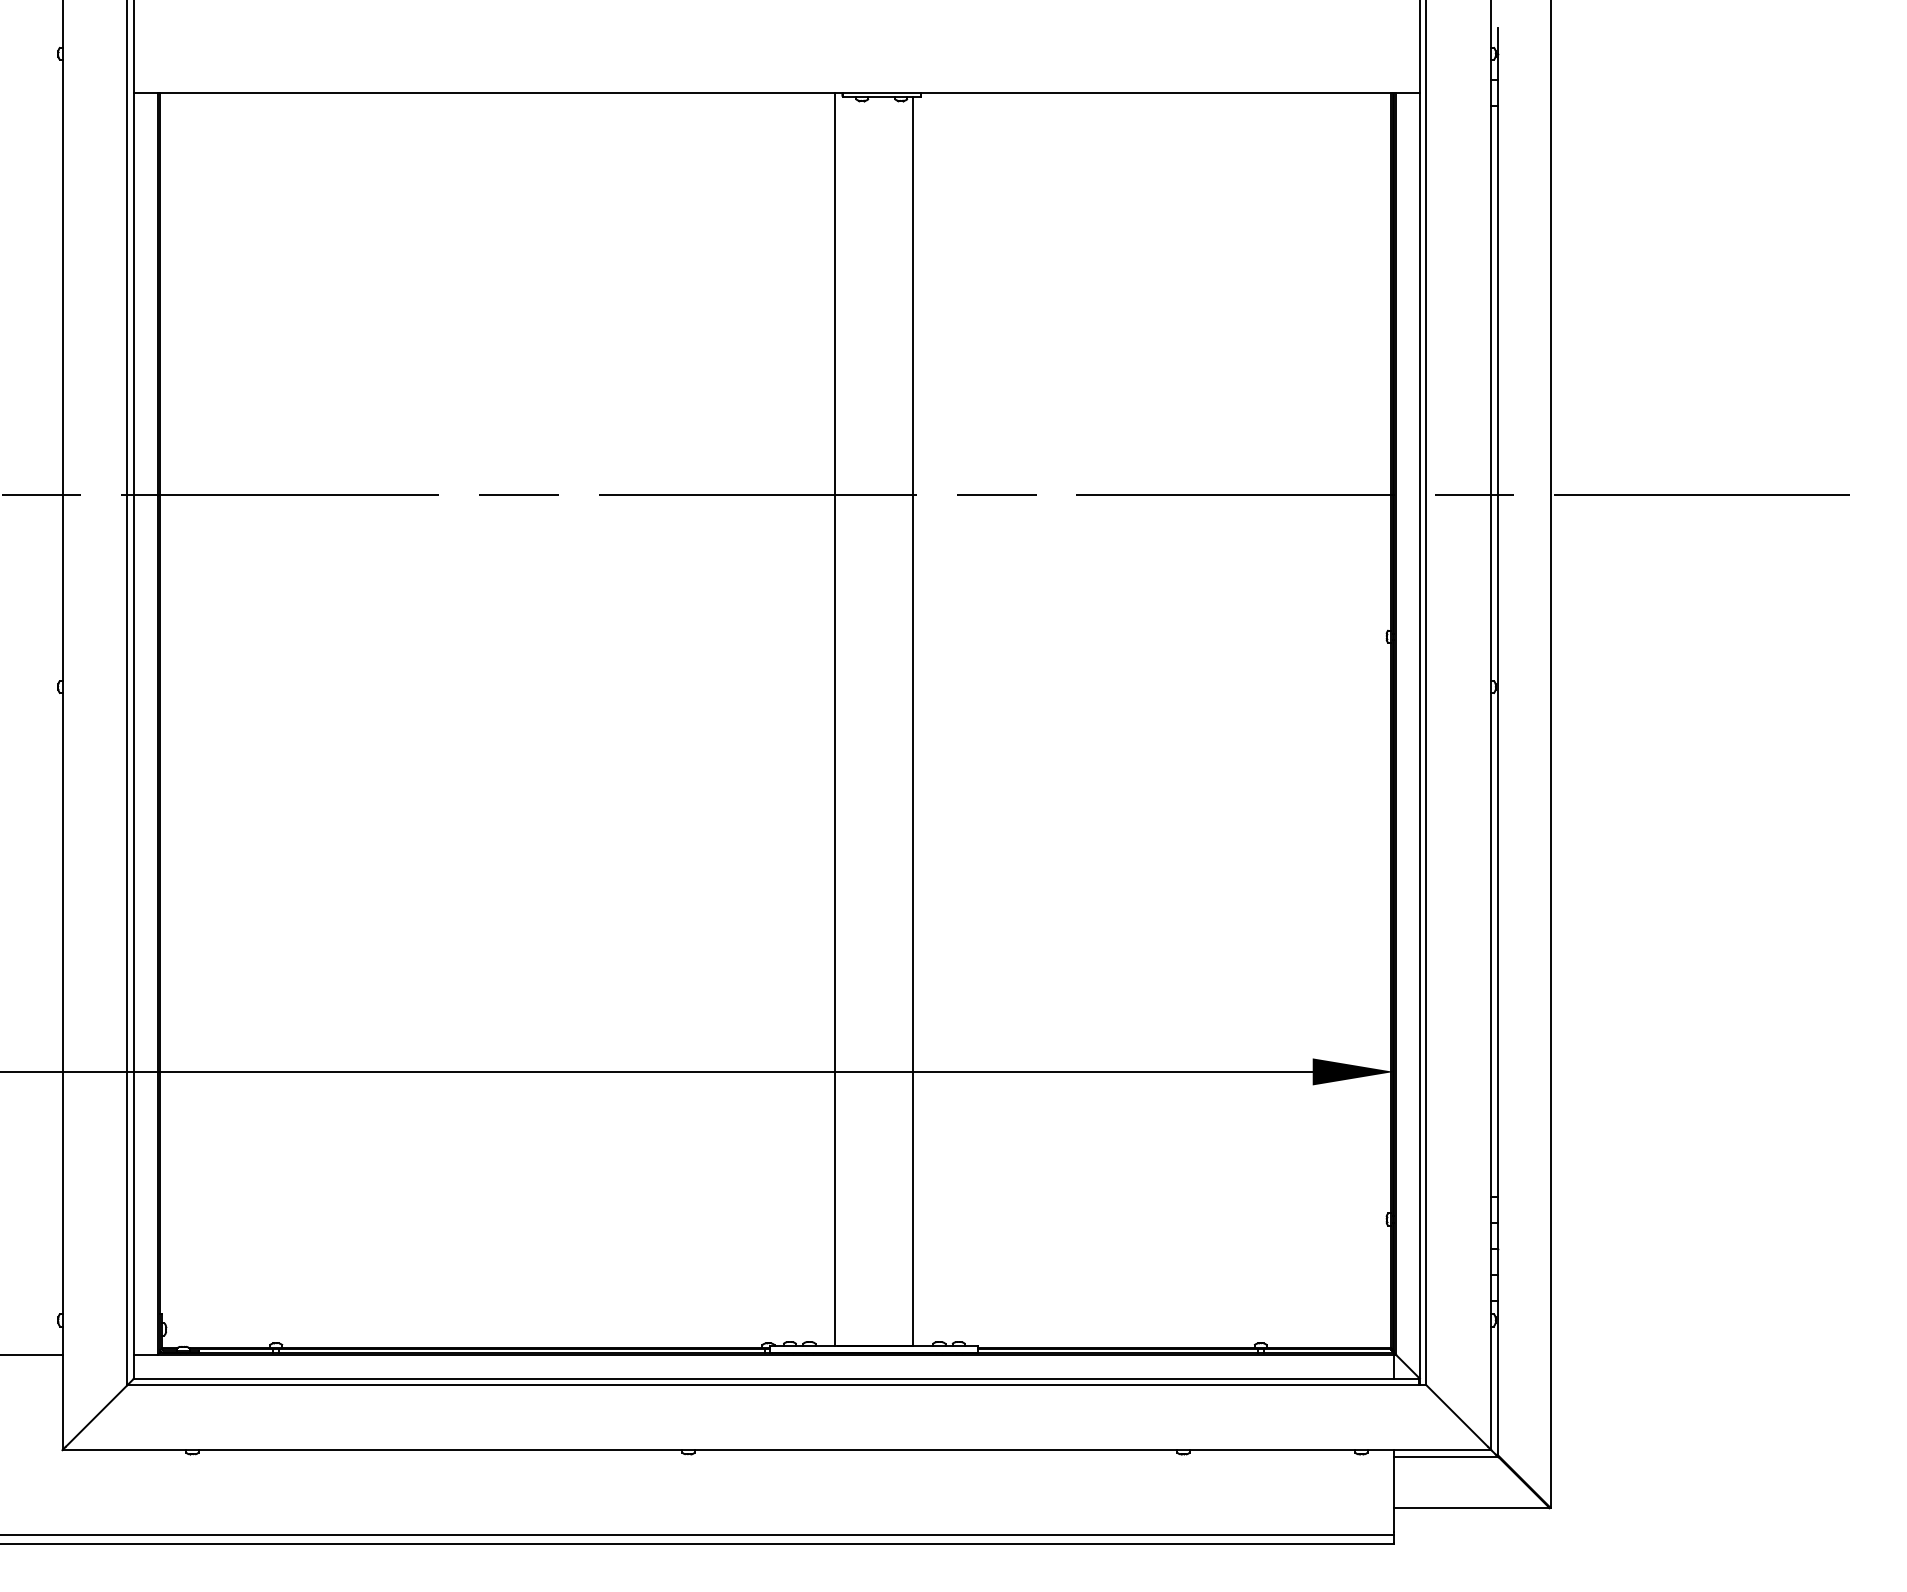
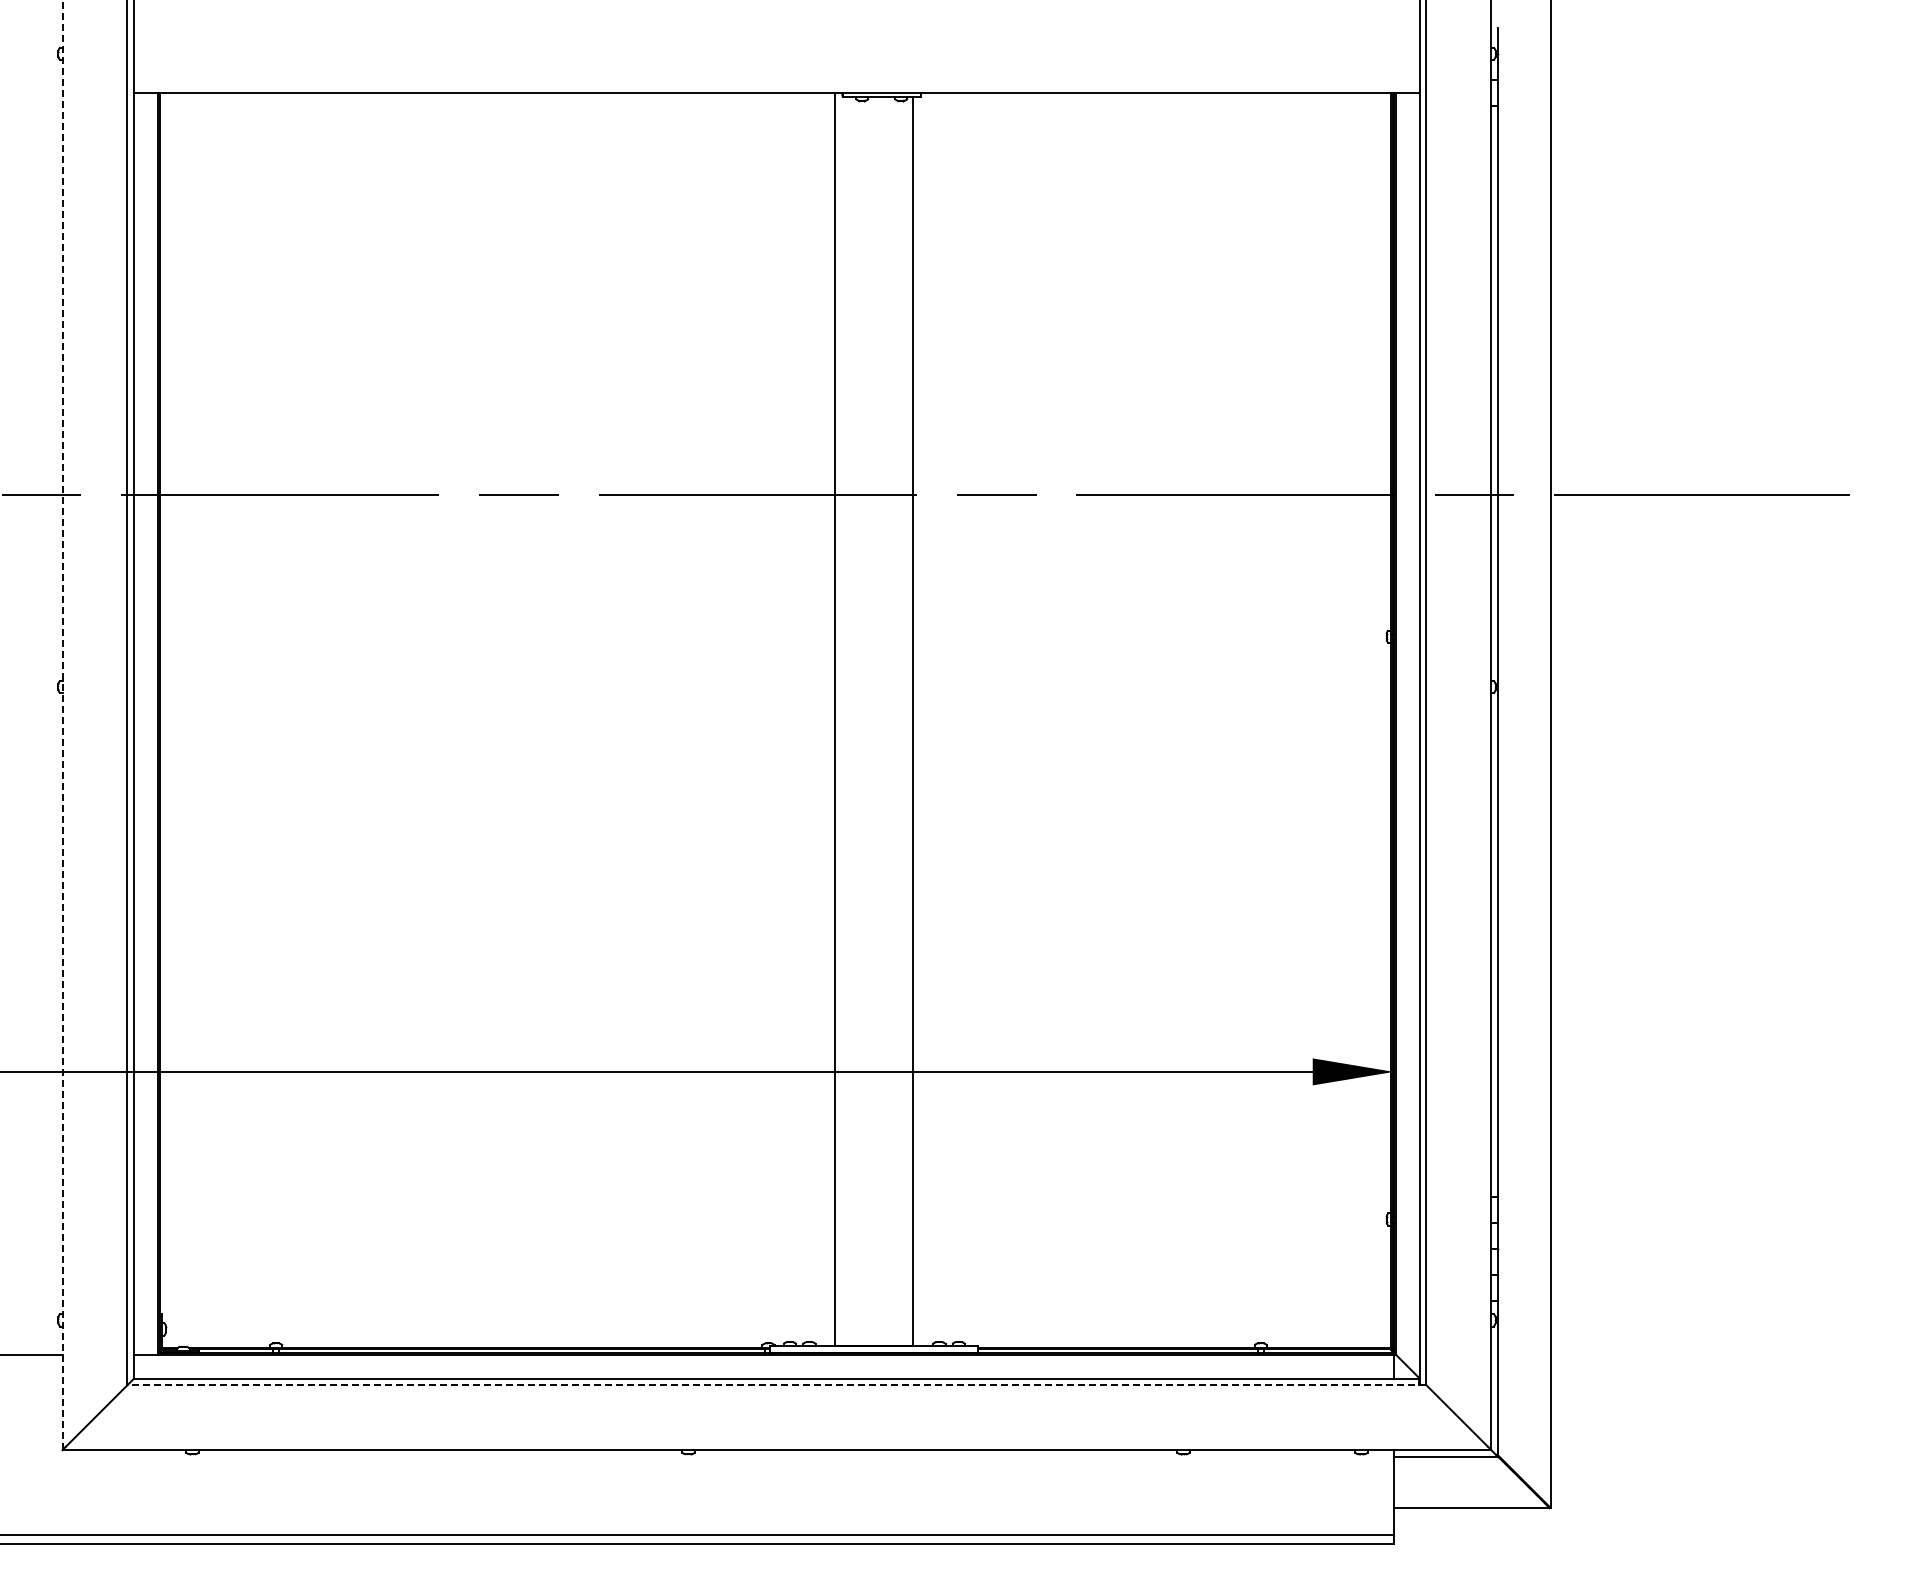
line at (62, 725): solid -> dashed
line at (776, 1385): solid -> dashed
